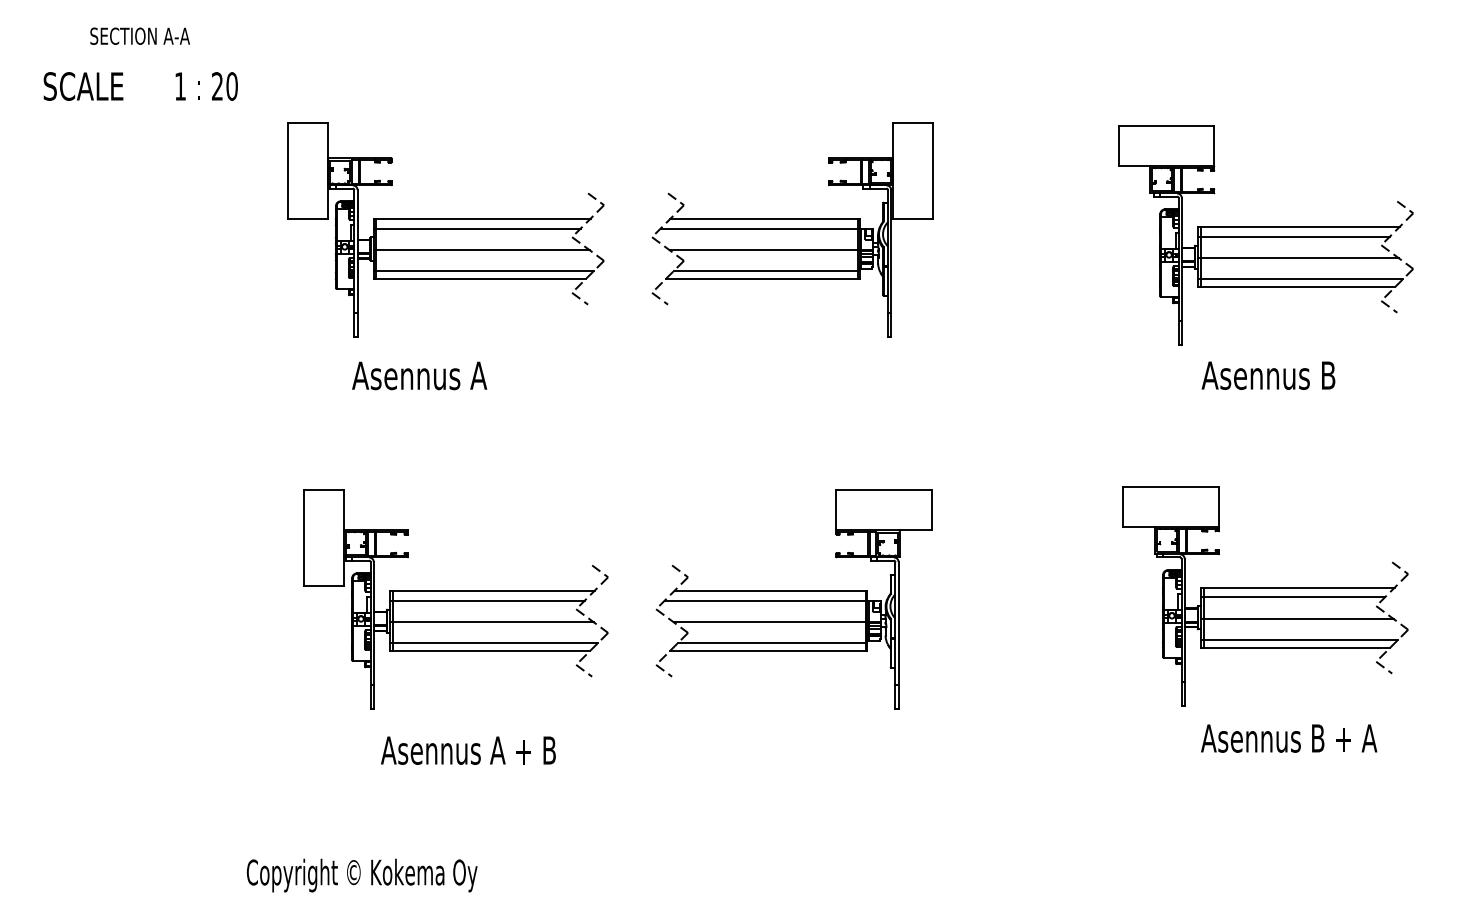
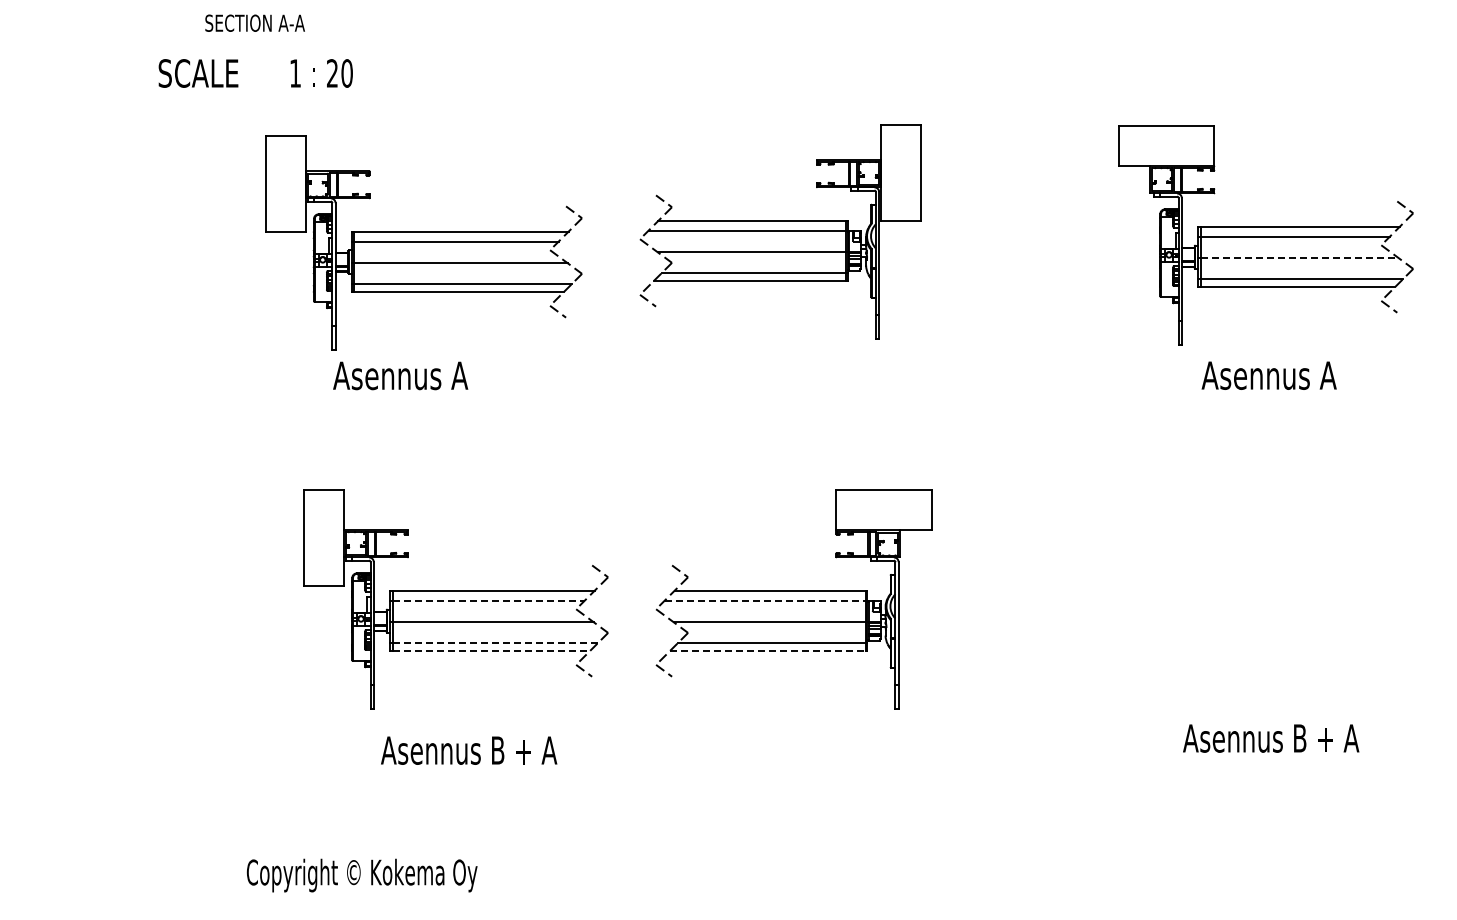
text at (140, 63) position: (140, 63) -> (255, 50)
part at (445, 229) position: (445, 229) -> (423, 242)
part at (792, 229) position: (792, 229) -> (780, 231)
line at (1300, 258): solid -> dashed
text at (419, 375) position: (419, 375) -> (400, 375)
text at (1327, 375): Asennus B -> Asennus A
part at (1265, 596): present -> none
line at (489, 600): solid -> dashed
line at (765, 600): solid -> dashed
line at (495, 643): solid -> dashed
line at (491, 651): solid -> dashed
line at (768, 651): solid -> dashed
text at (1289, 738) position: (1289, 738) -> (1271, 738)
text at (523, 750): Asennus A + B -> Asennus B + A
